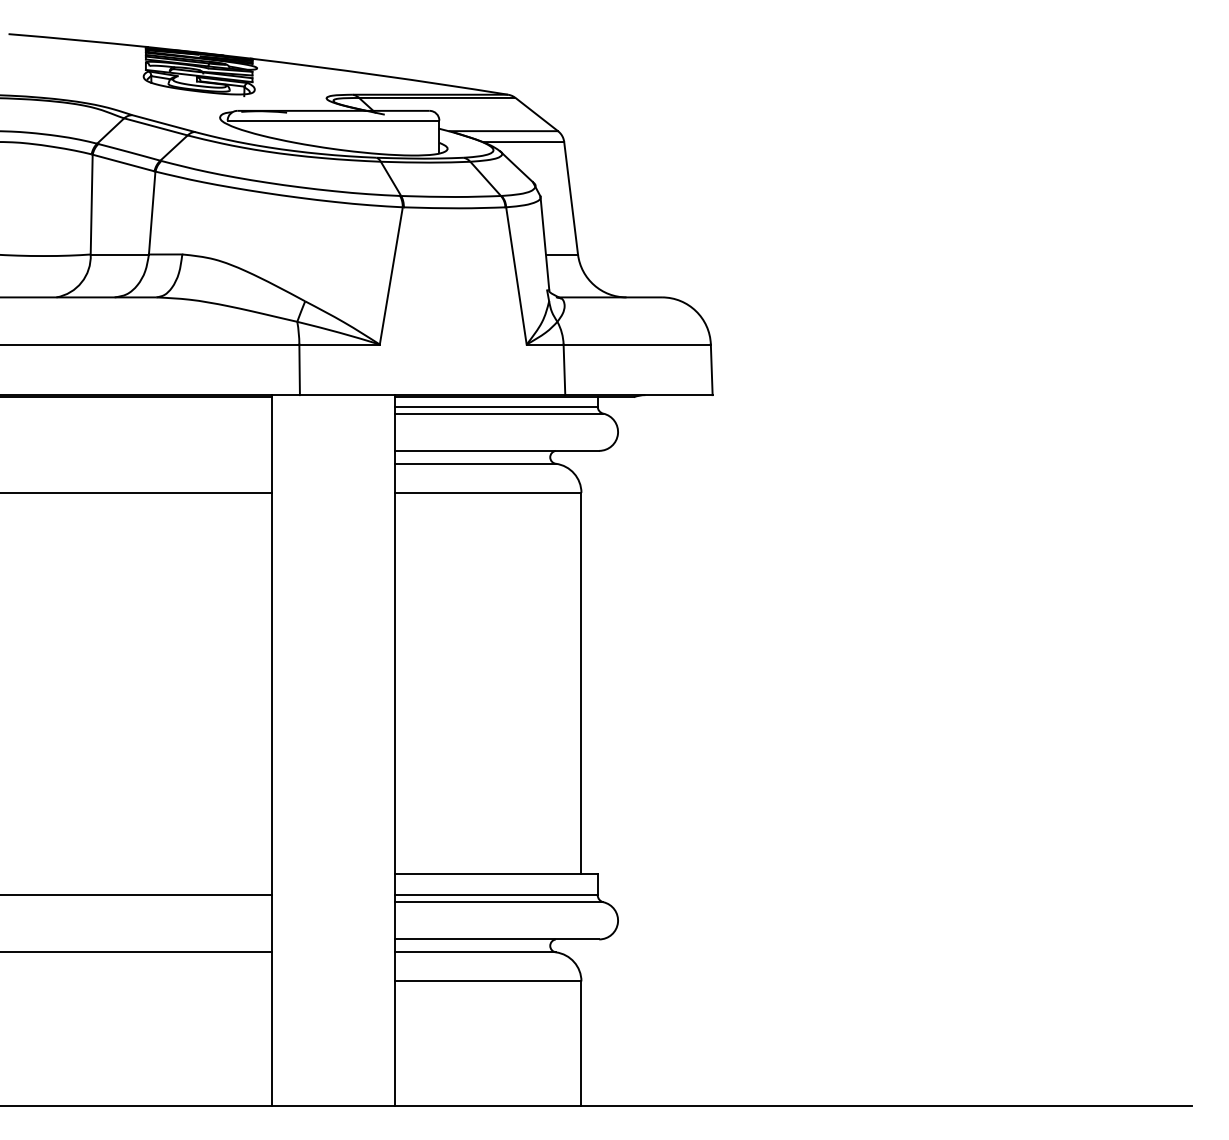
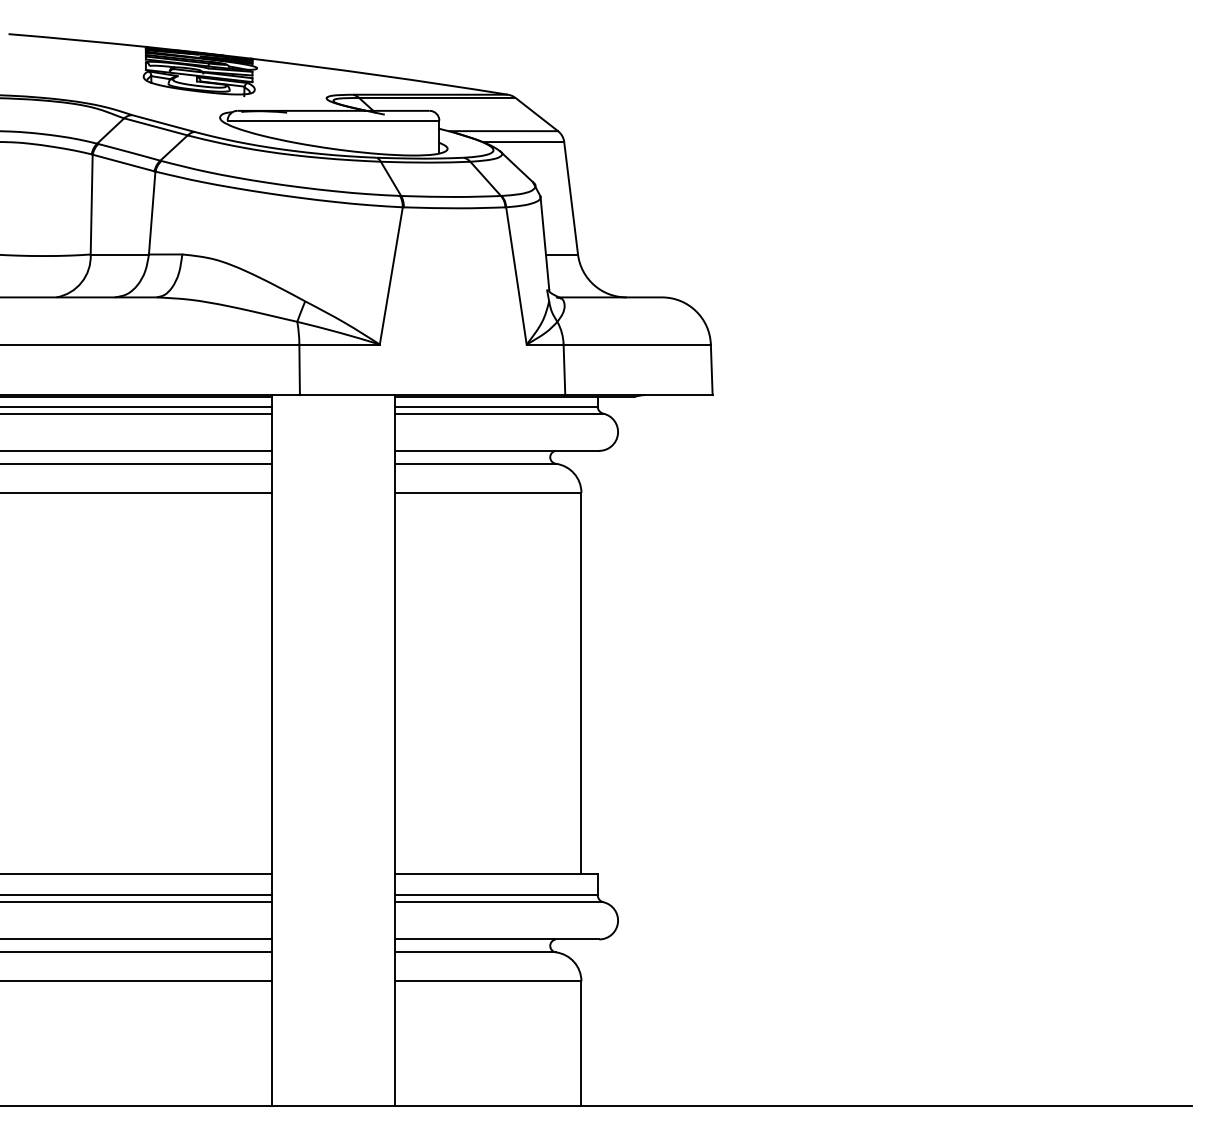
line at (136, 406): none -> present
line at (136, 413): none -> present
line at (136, 450): none -> present
line at (136, 463): none -> present
line at (136, 873): none -> present
line at (136, 902): none -> present
line at (136, 939): none -> present
line at (136, 981): none -> present
